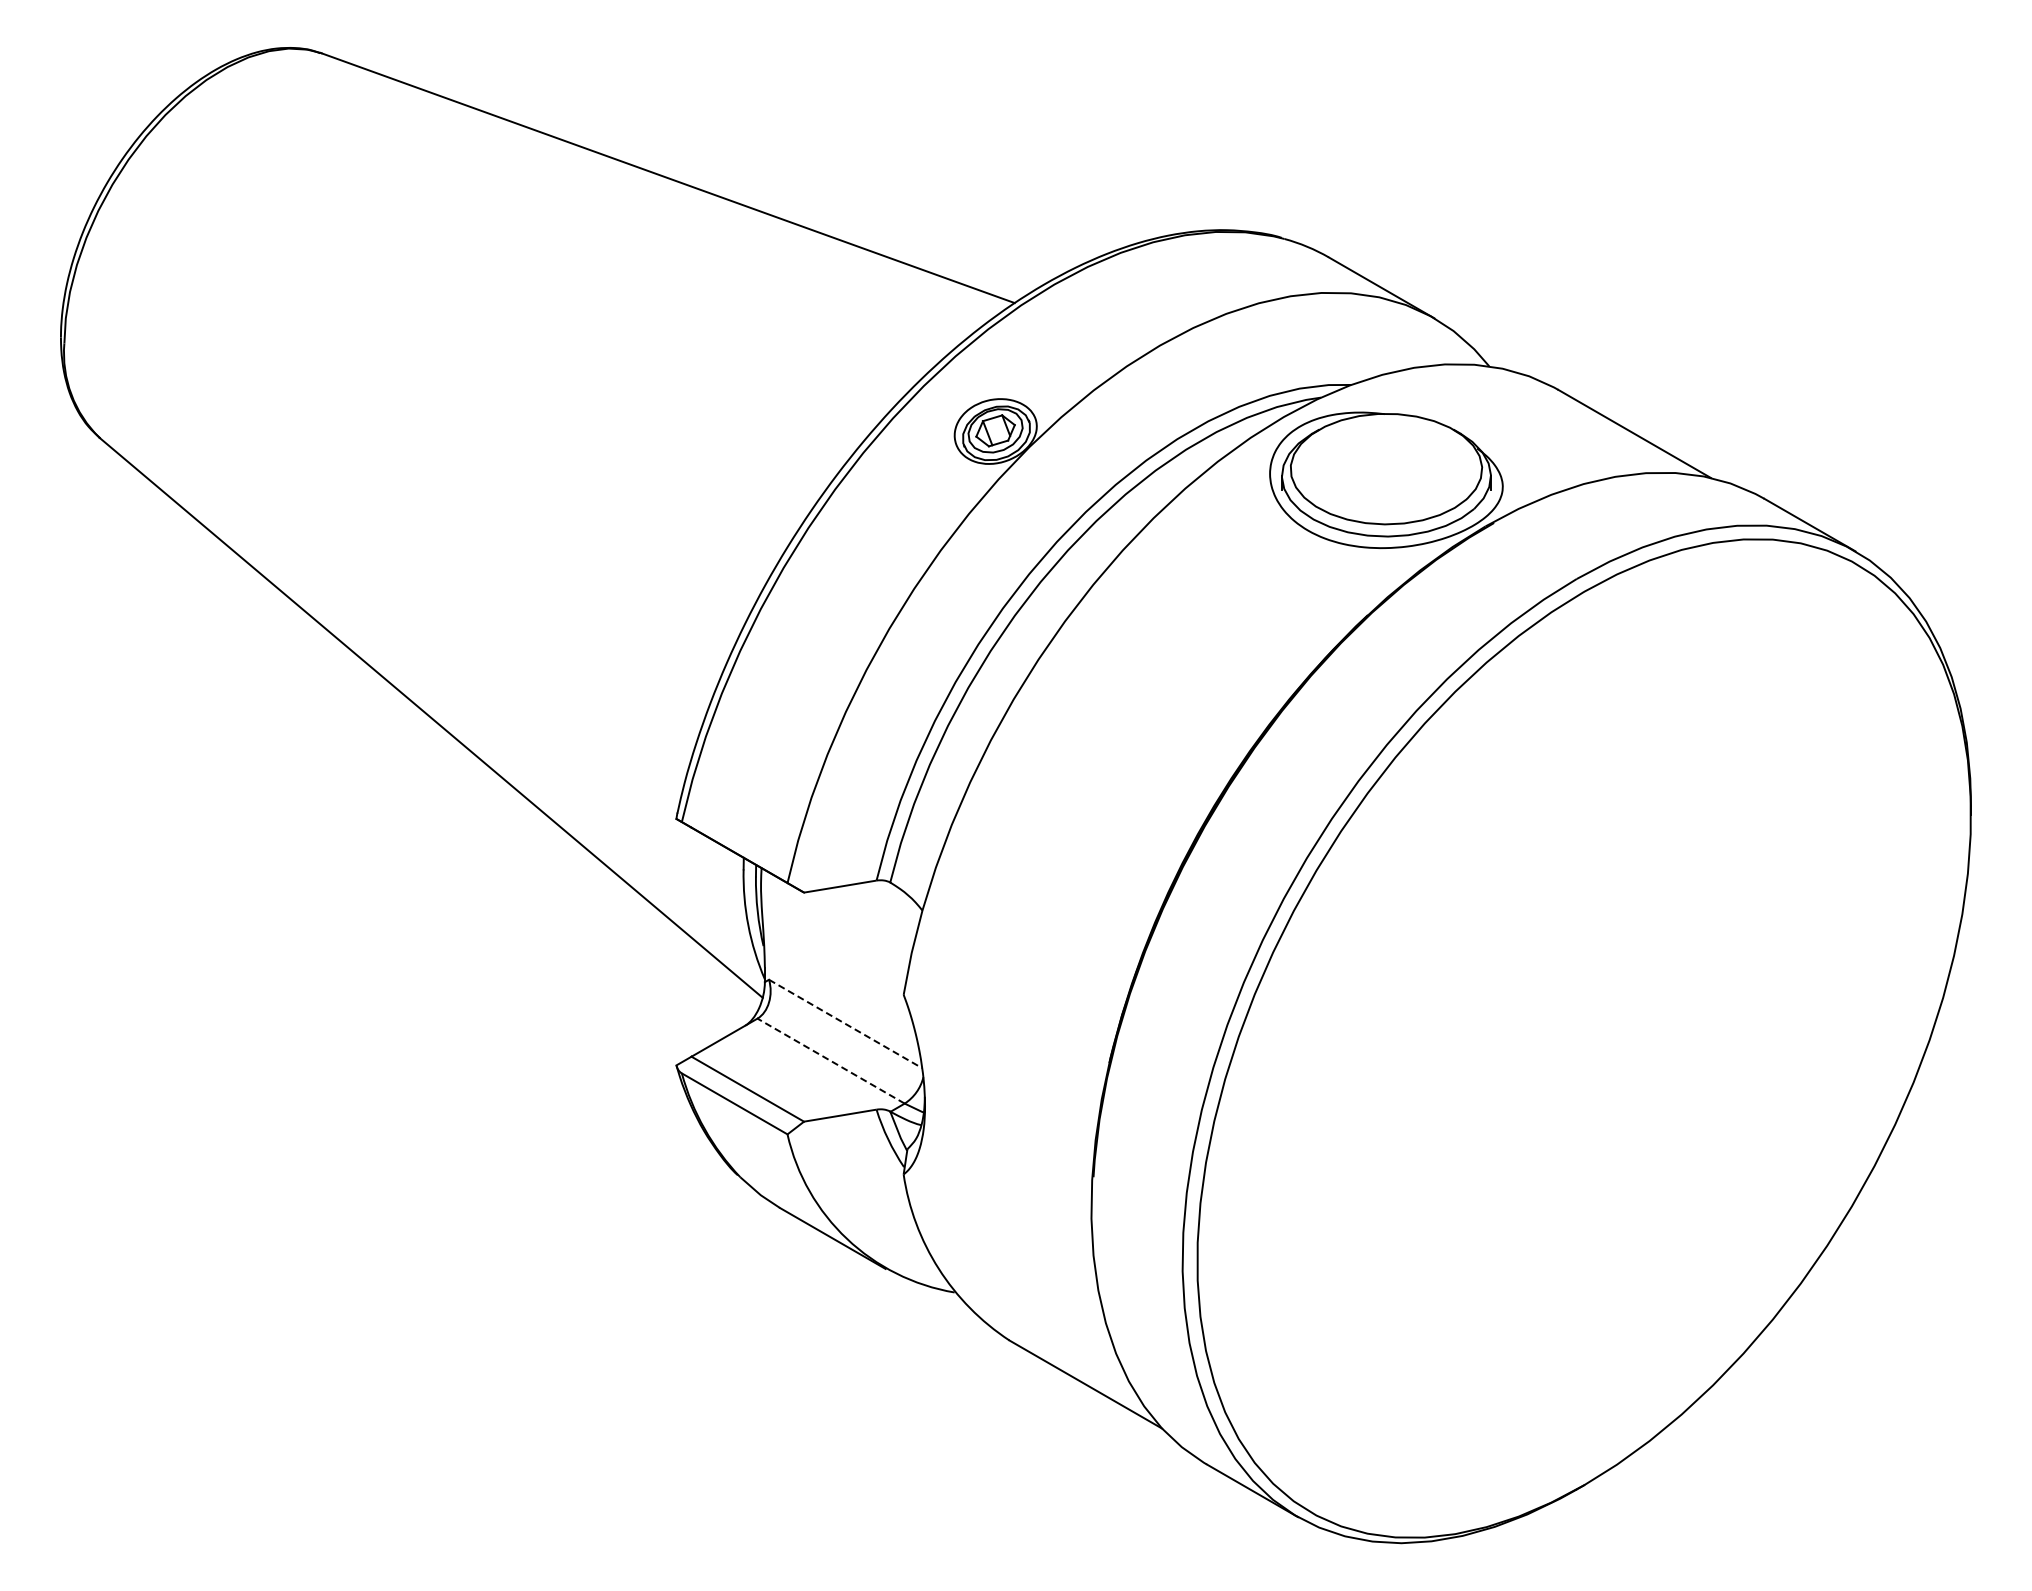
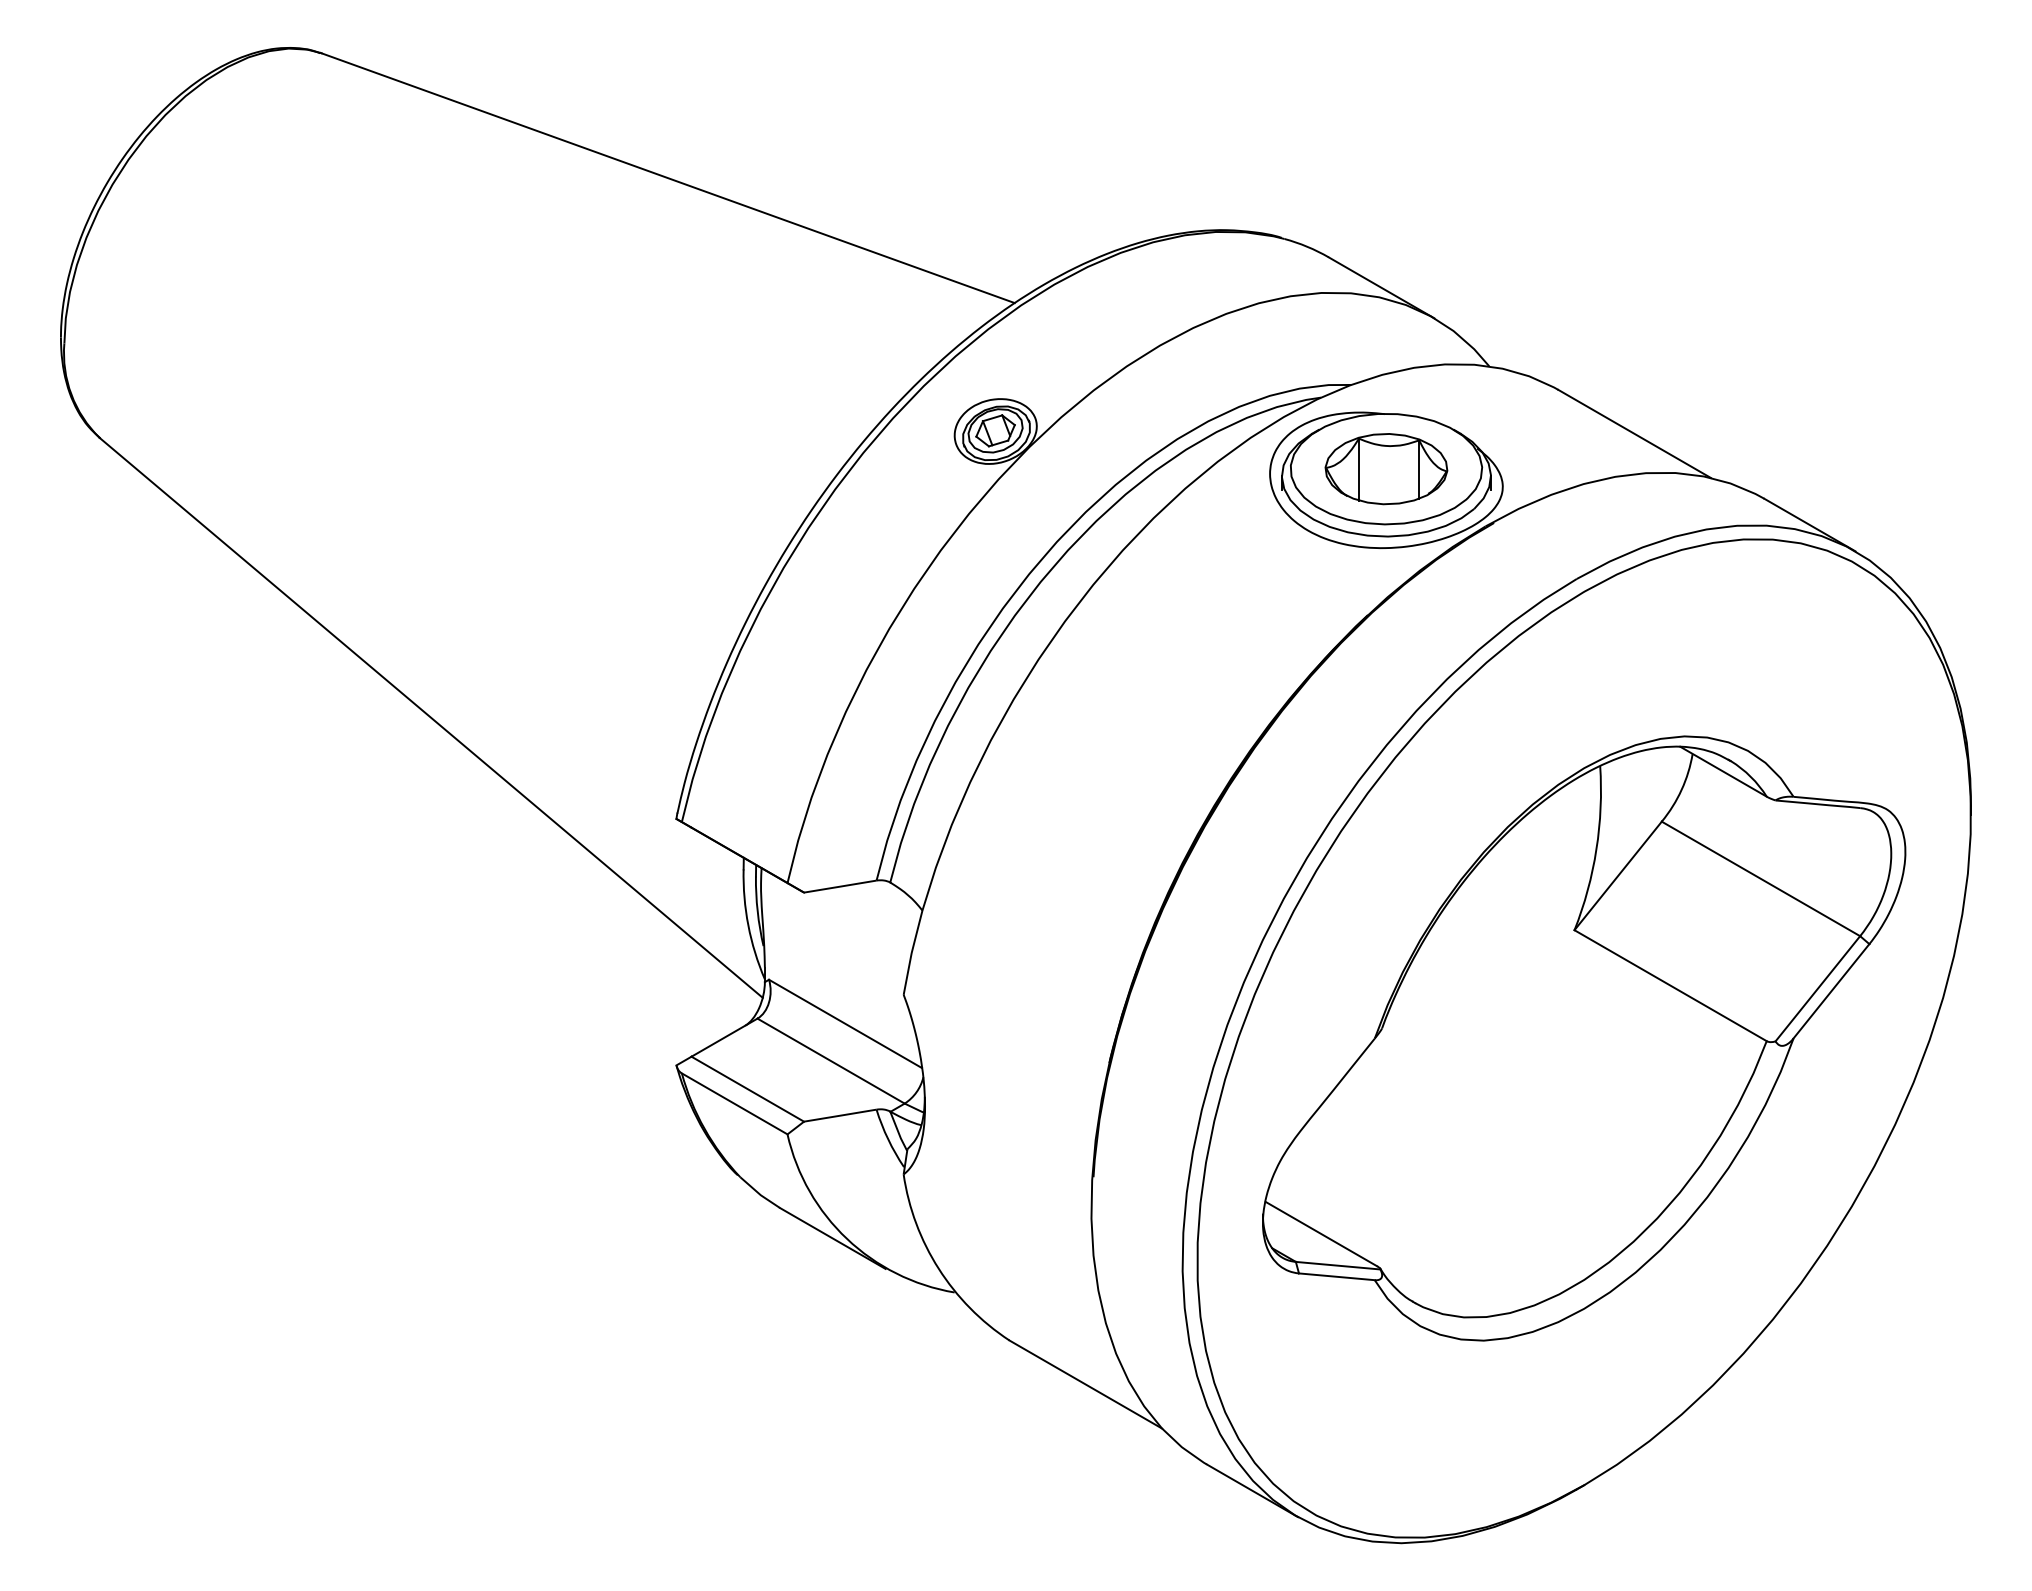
part at (1386, 469): none -> present
line at (845, 1024): dashed -> solid
part at (1584, 1038): none -> present
line at (831, 1061): dashed -> solid
